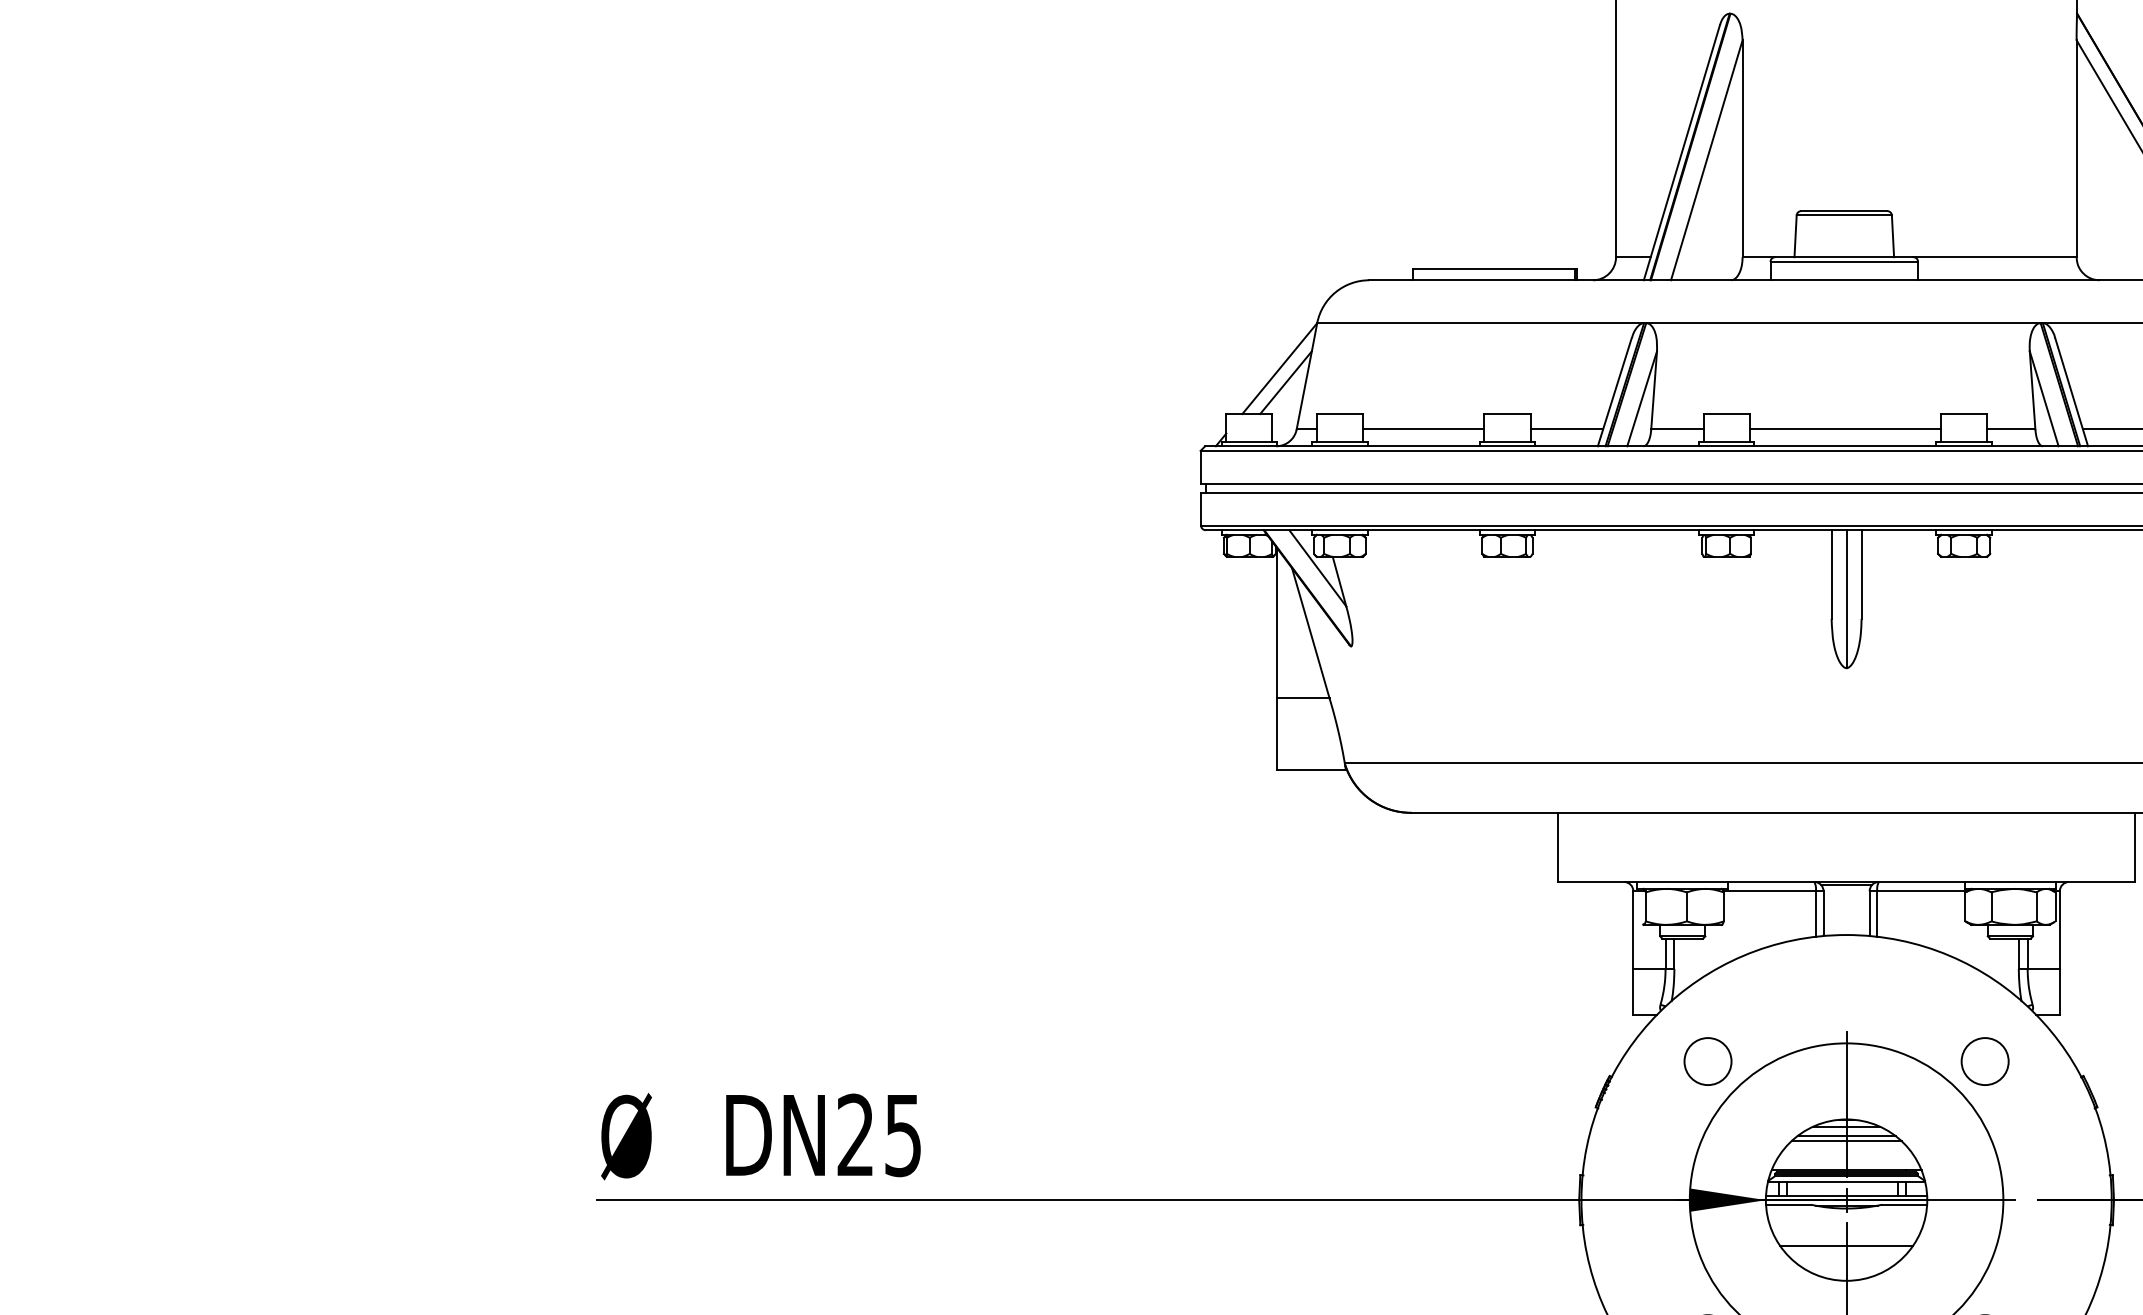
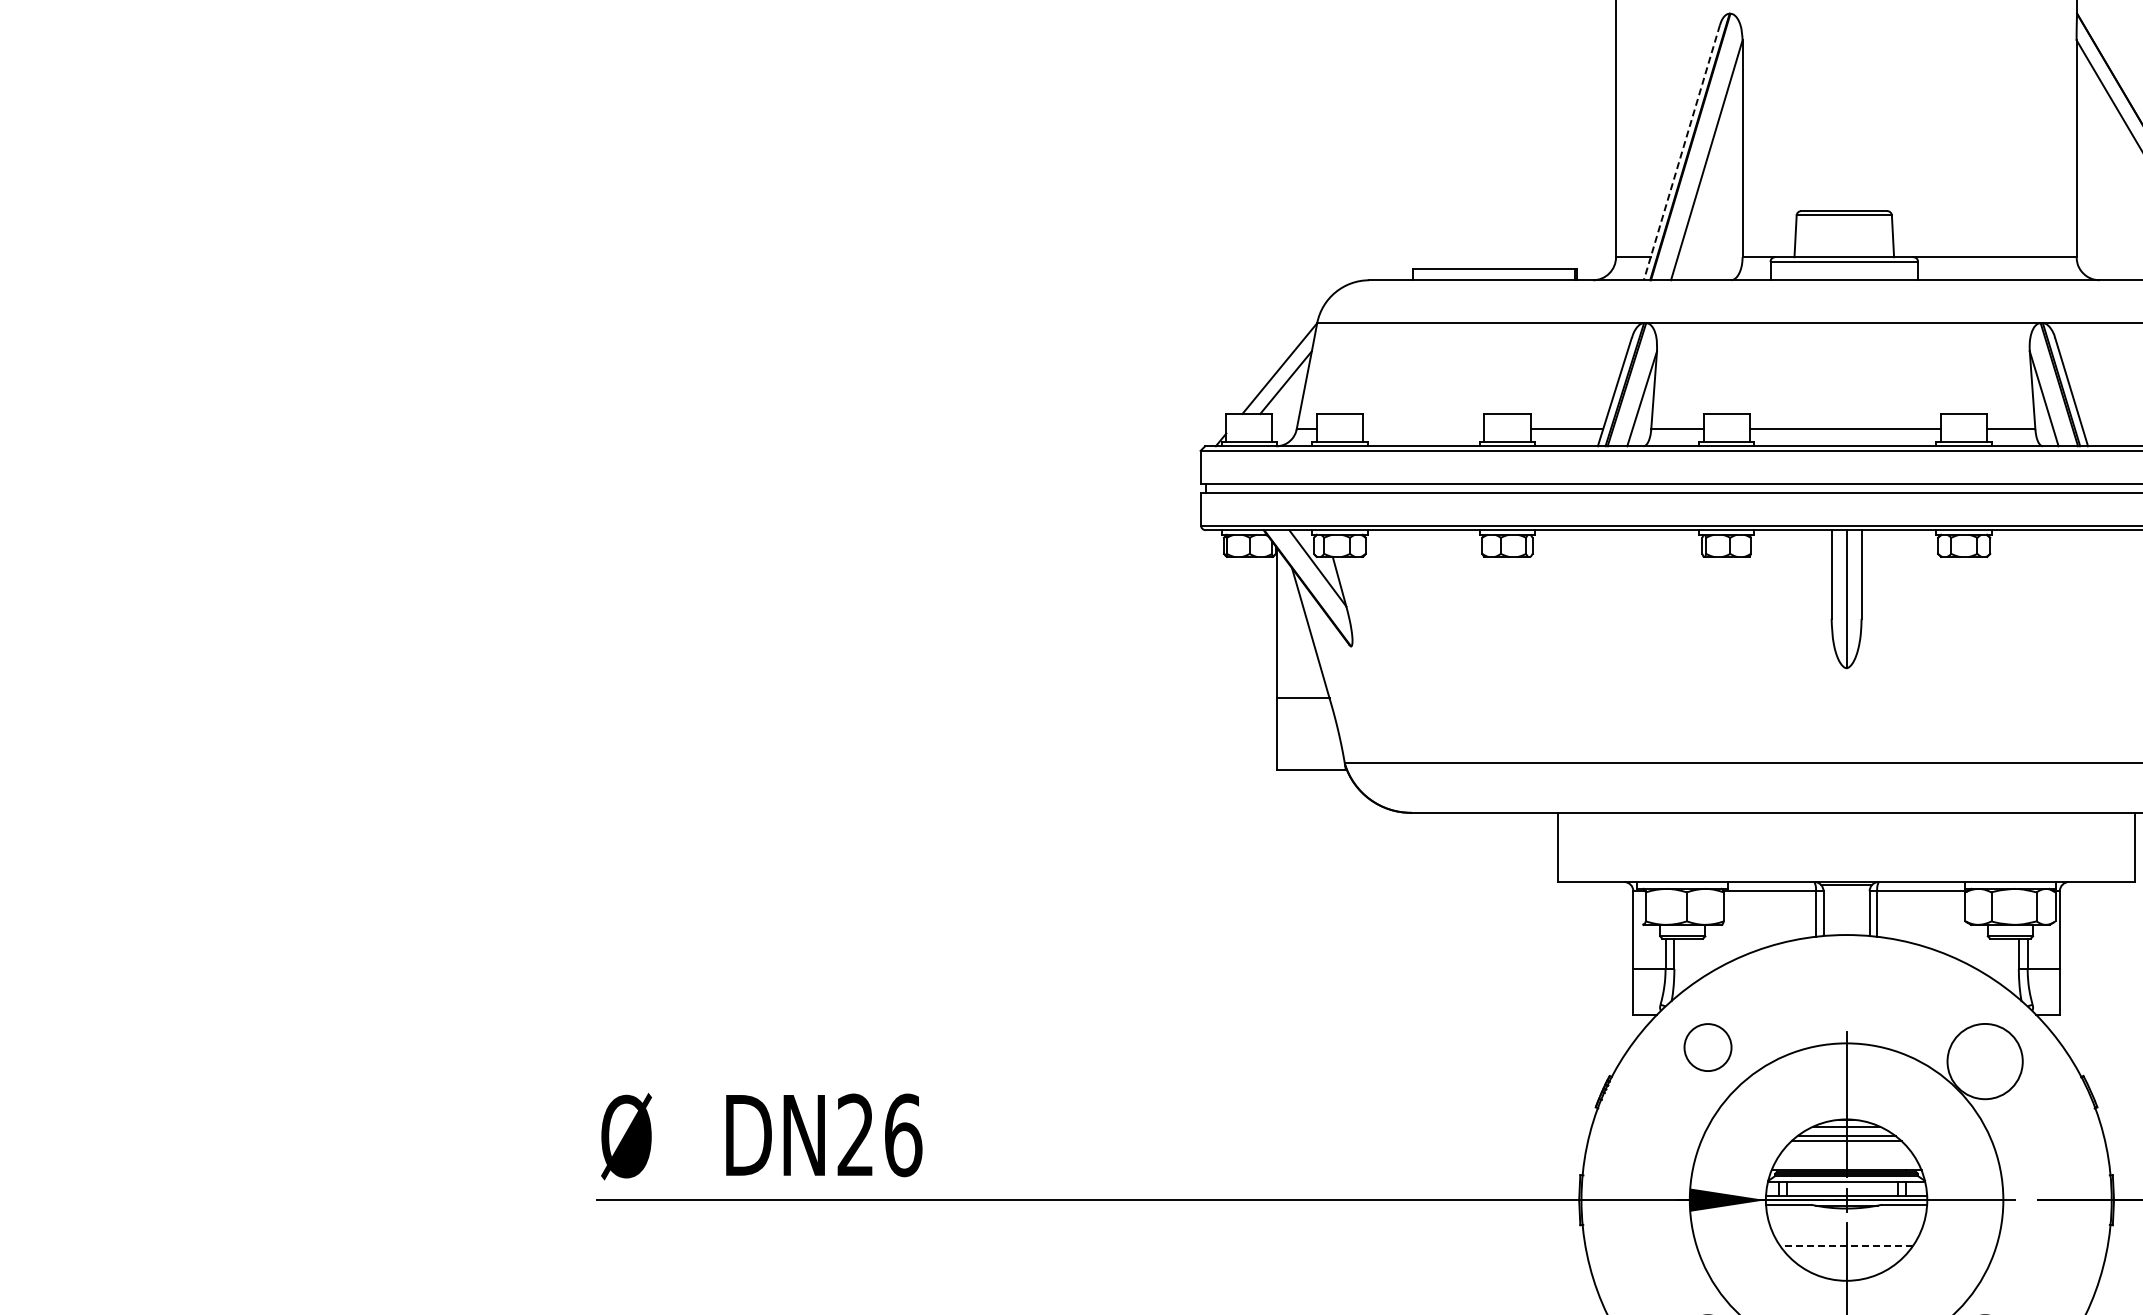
line at (1681, 153): solid -> dashed
line at (1423, 429): present -> none
line at (2110, 429): present -> none
circle at (1707, 1061) position: (1707, 1061) -> (1707, 1047)
circle at (1984, 1061) diameter: 47 px -> 75 px
text at (903, 1135): DN25 -> DN26
line at (1846, 1246): solid -> dashed
